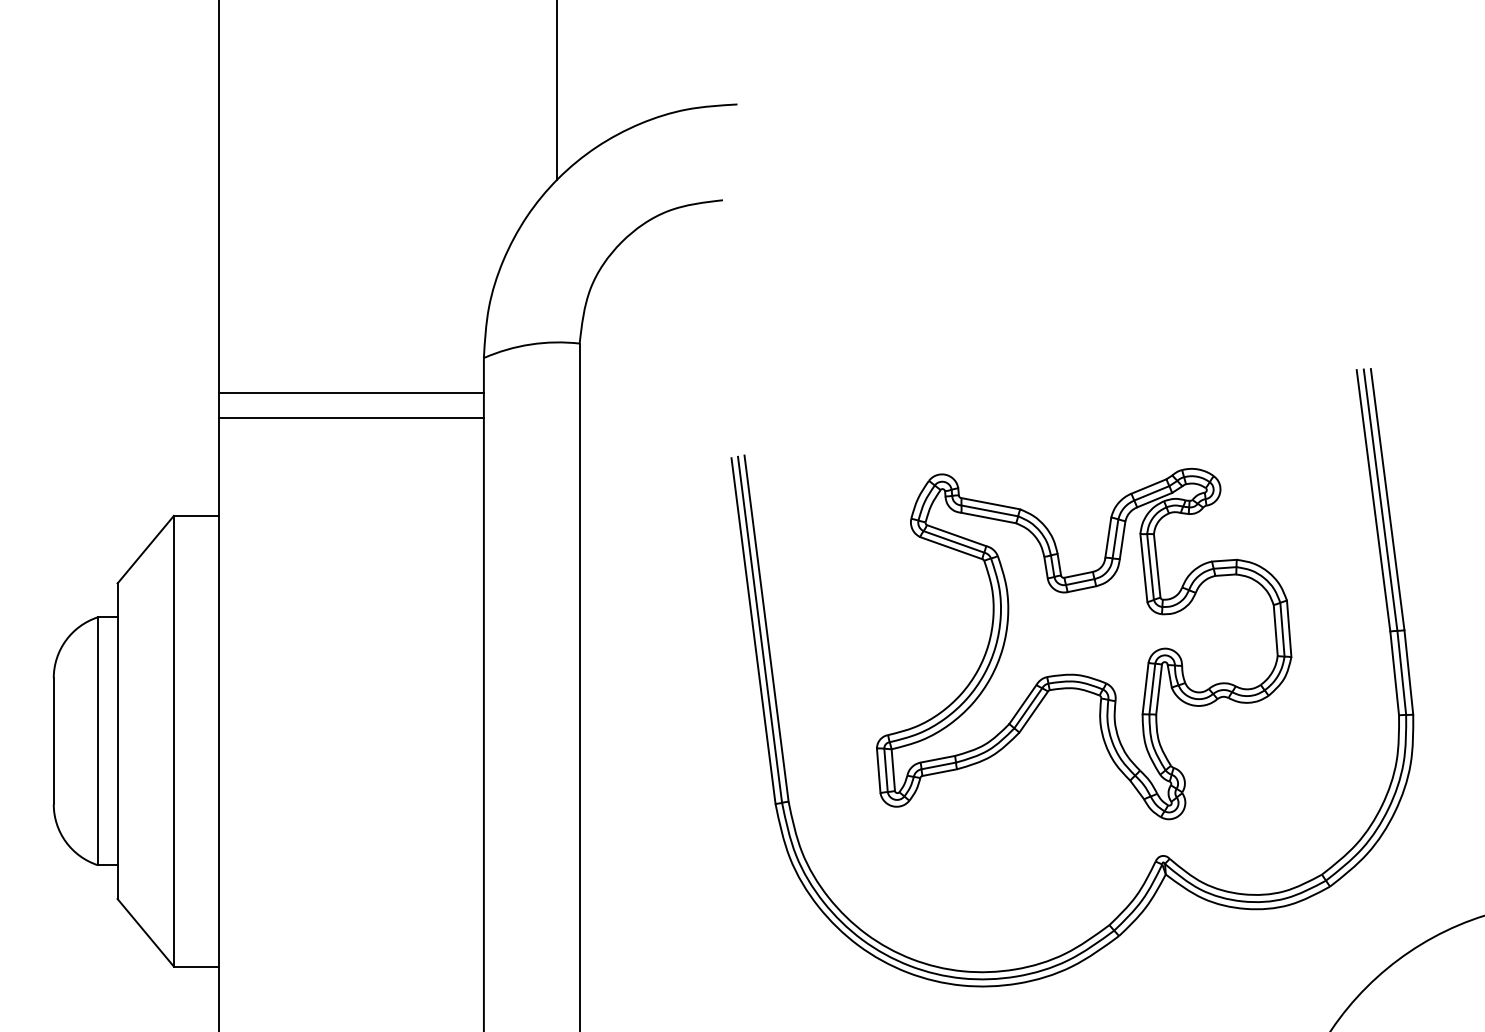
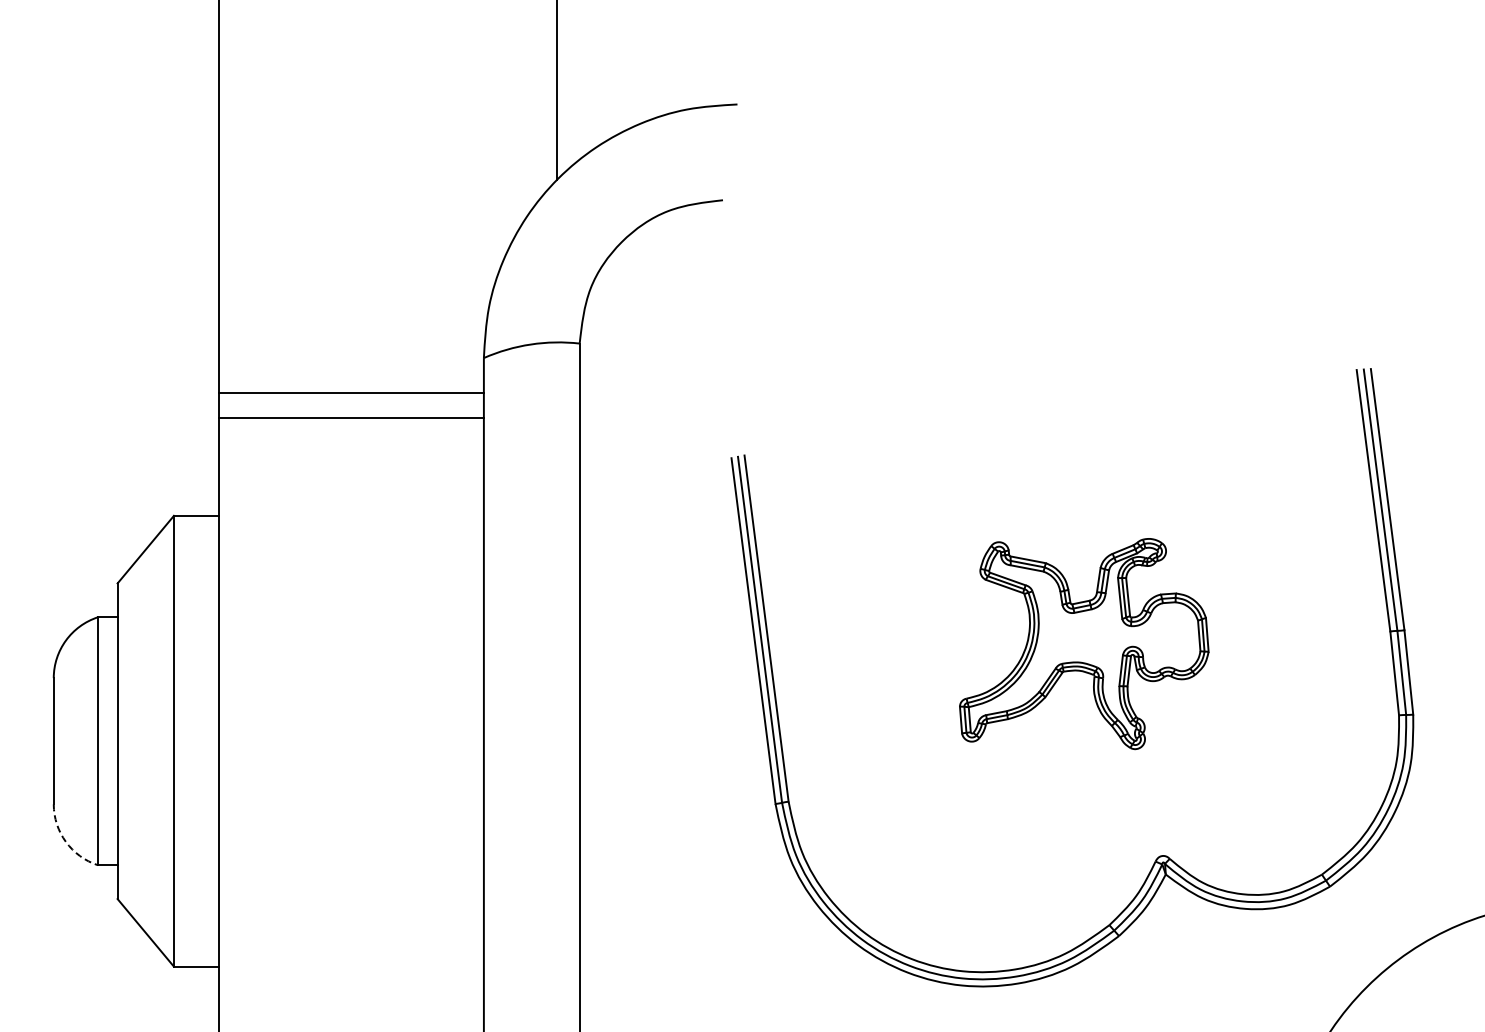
part at (1084, 643) size: 417x354 px -> 251x213 px
arc at (65, 841): solid -> dashed
